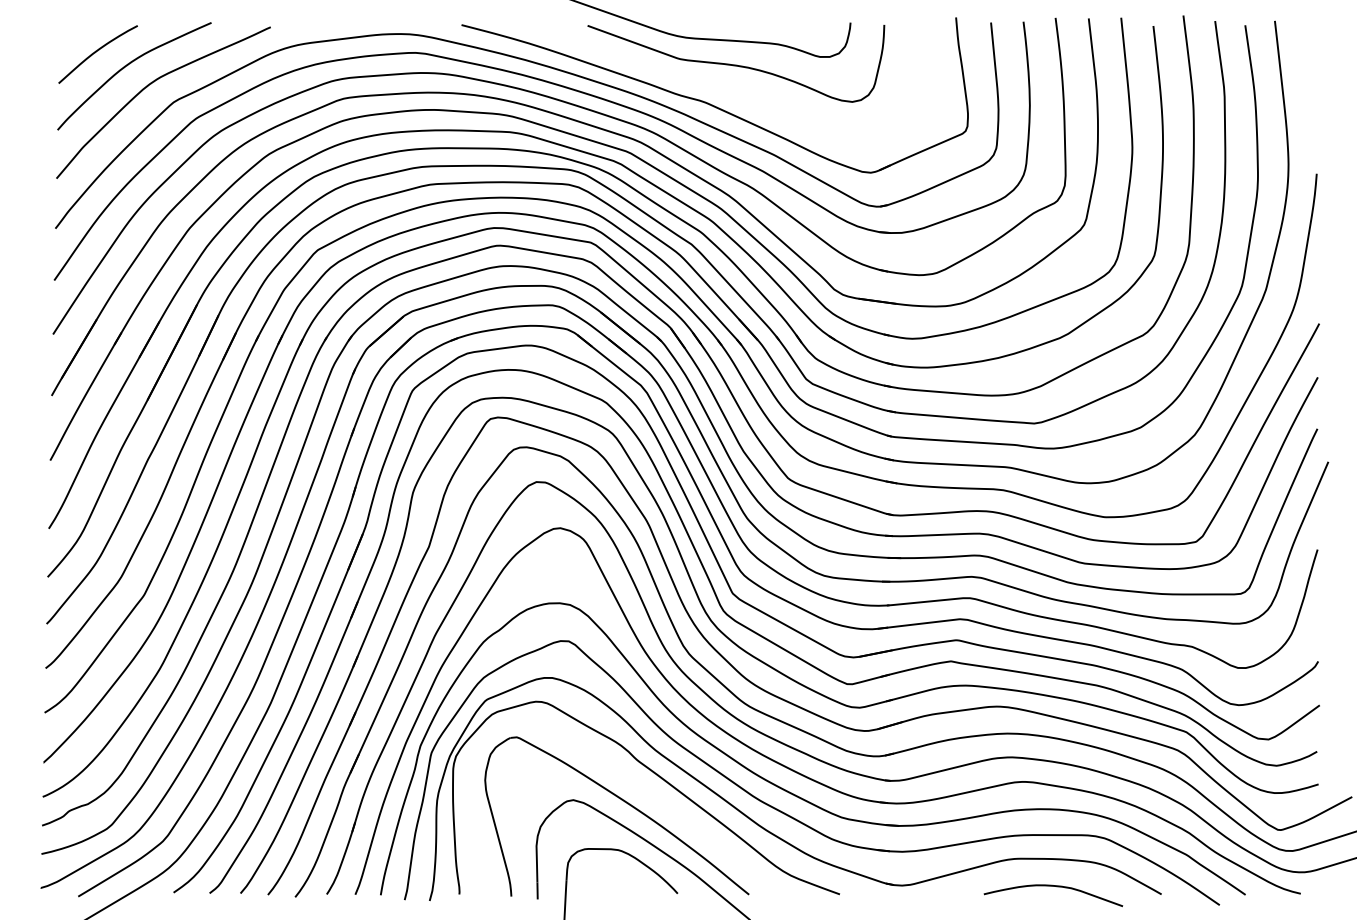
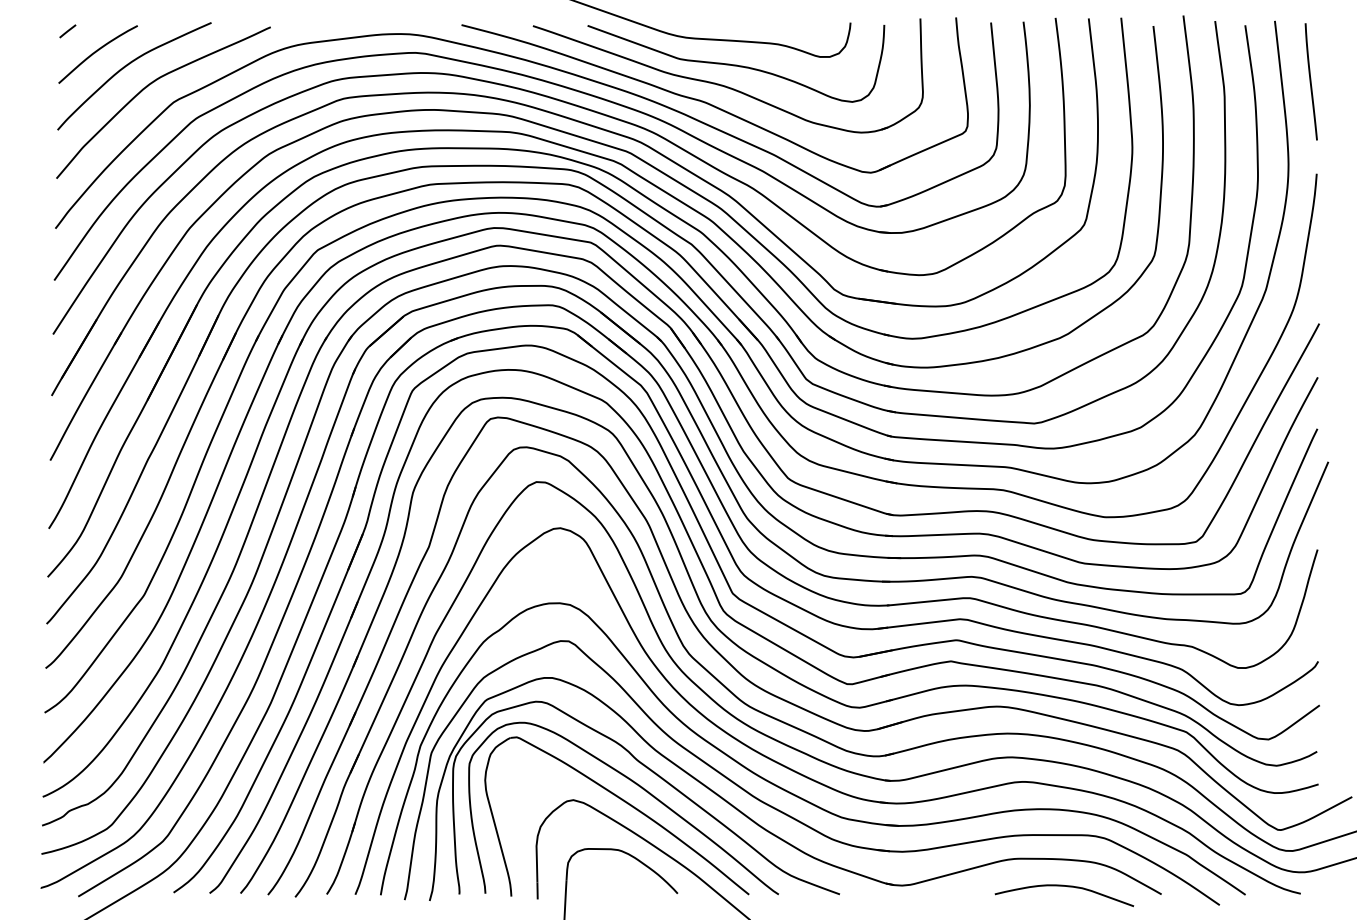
line at (67, 31): none -> present
line at (1310, 81): none -> present
part at (725, 85): none -> present
curve at (639, 787): none -> present
curve at (1056, 887) position: (1056, 887) -> (1067, 887)
